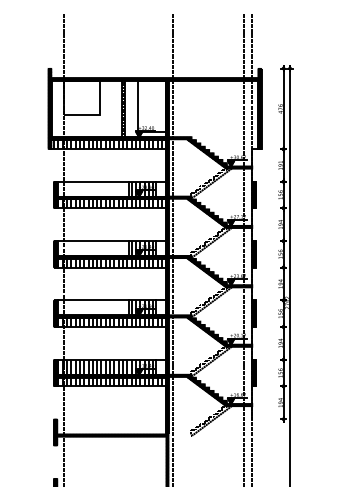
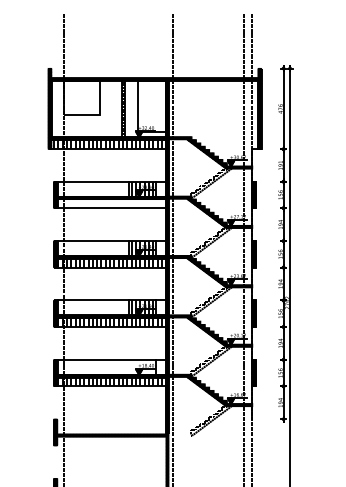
hatch at (112, 203): present -> none
hatch at (105, 366): present -> none
